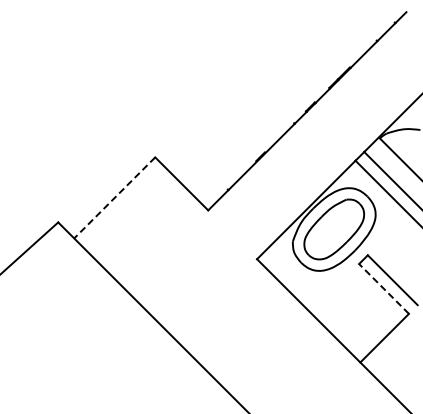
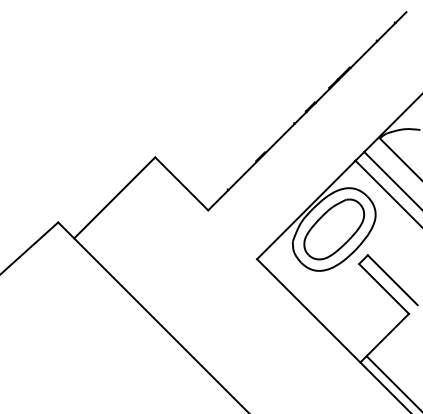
line at (114, 198): dashed -> solid
line at (383, 288): dashed -> solid
line at (392, 382): none -> present
